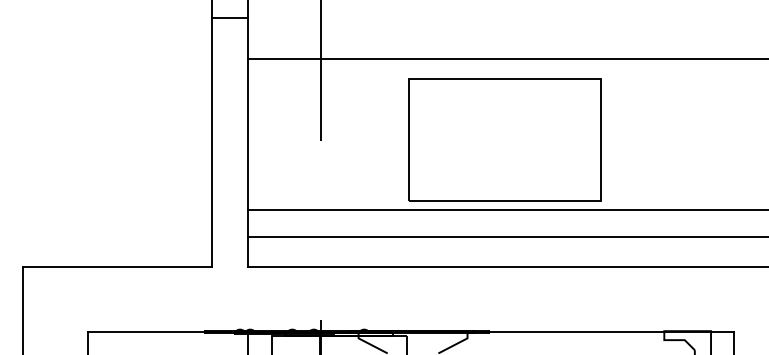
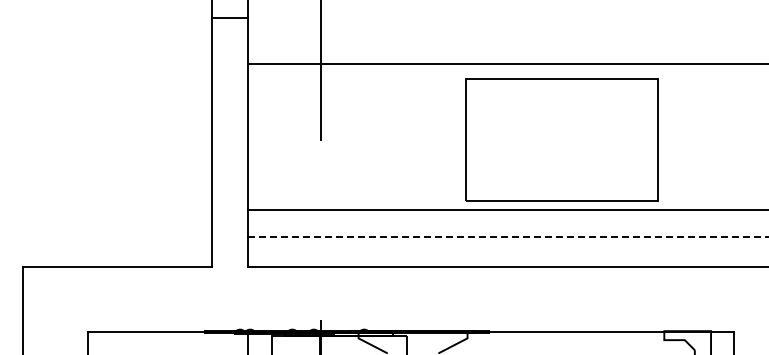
line at (506, 59) position: (506, 59) -> (506, 64)
part at (504, 139) position: (504, 139) -> (561, 139)
line at (508, 236): solid -> dashed
